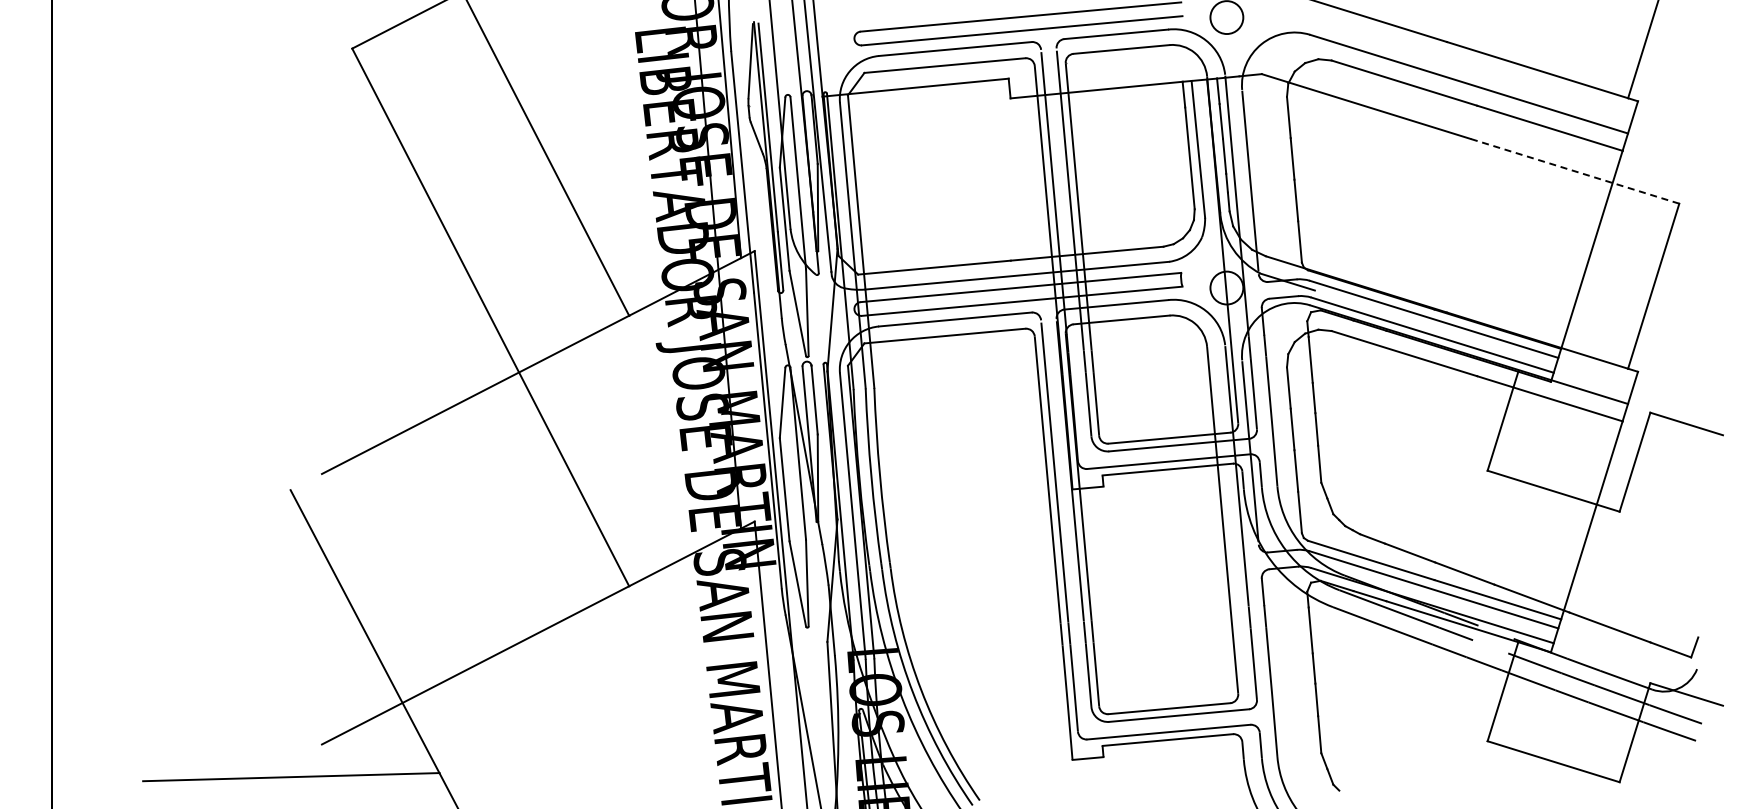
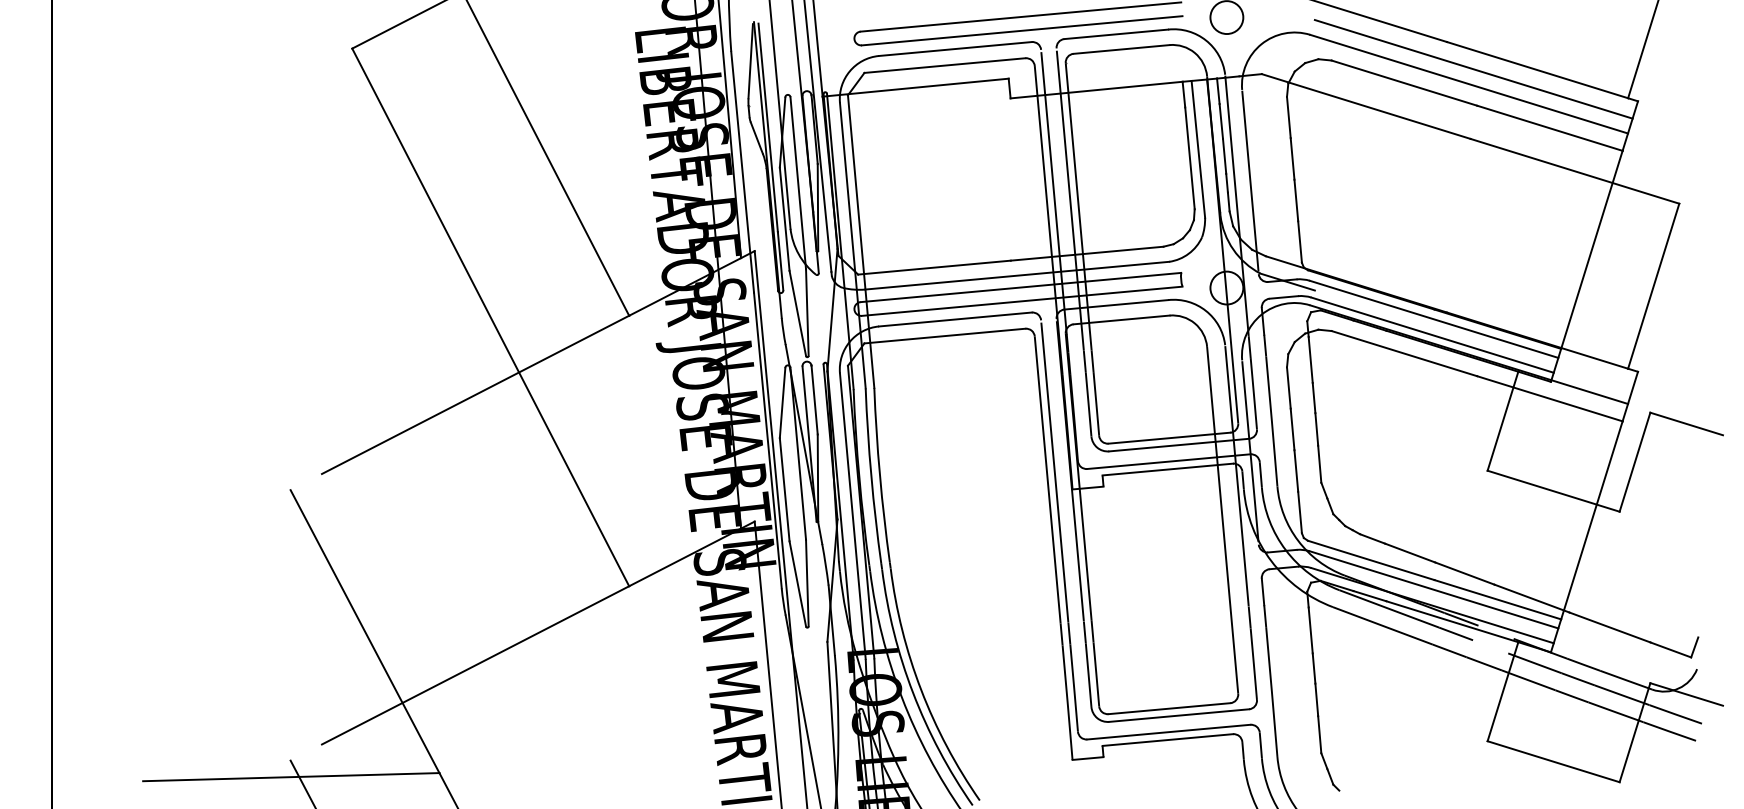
line at (1473, 69): none -> present
line at (1574, 171): dashed -> solid
line at (302, 782): none -> present
